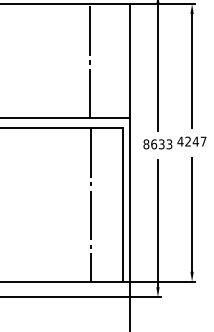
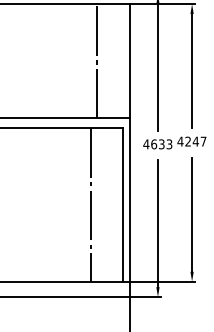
line at (90, 61) position: (90, 61) -> (97, 61)
text at (146, 144): 8633 -> 4633
